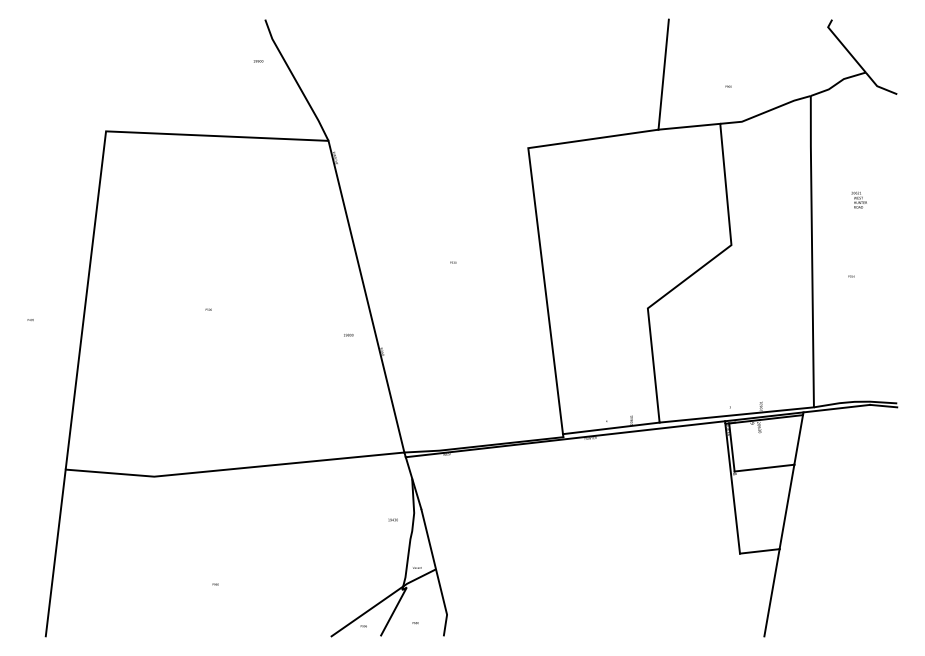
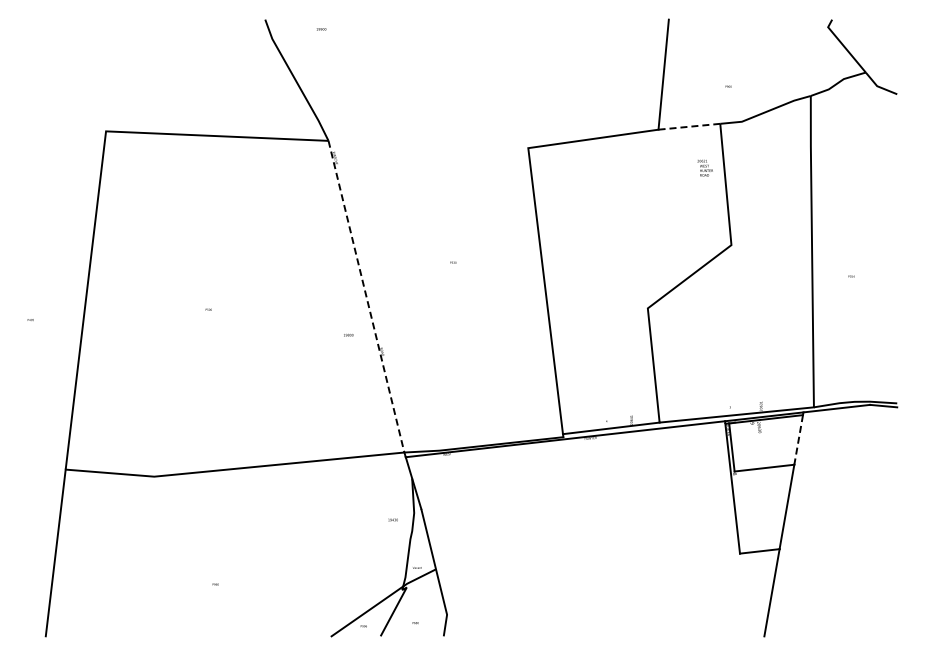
text at (258, 61) position: (258, 61) -> (321, 29)
line at (688, 126): solid -> dashed
text at (858, 199) position: (858, 199) -> (704, 167)
line at (366, 297): solid -> dashed
line at (798, 440): solid -> dashed
